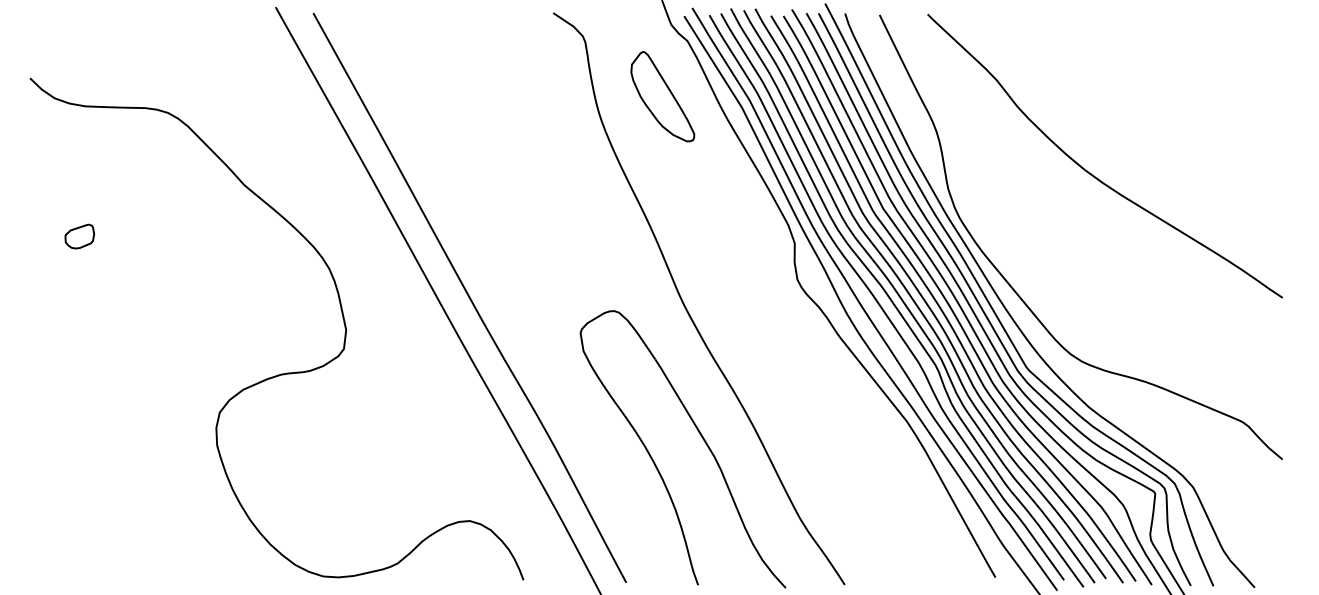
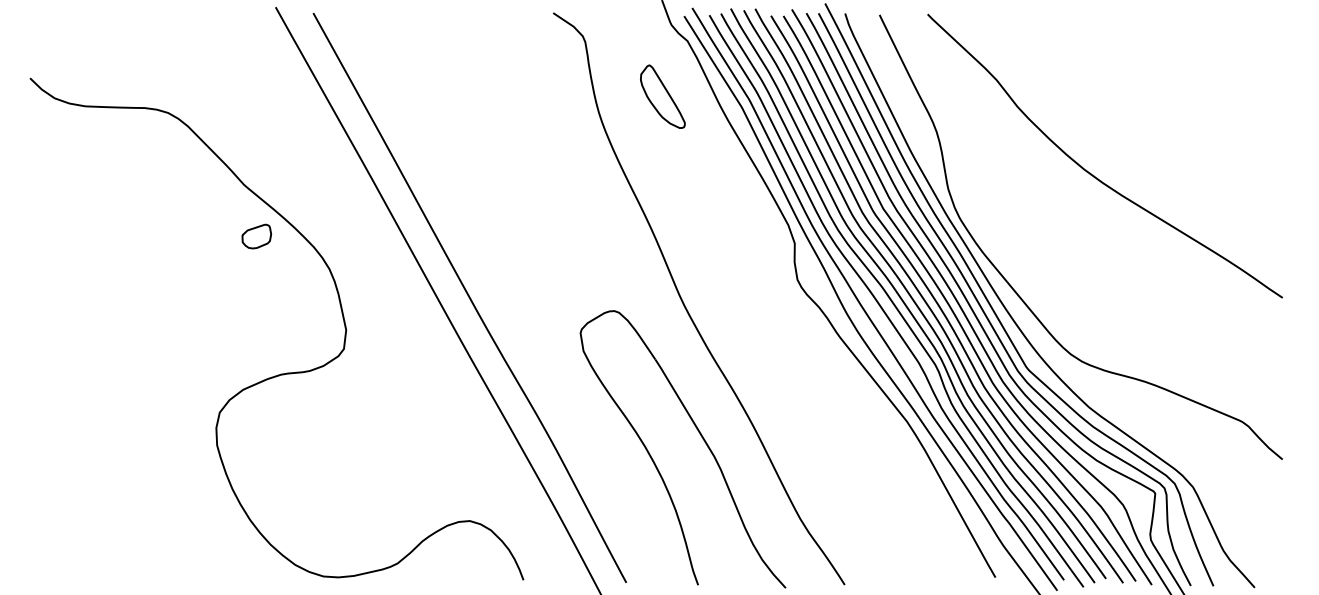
part at (662, 96) size: 66x92 px -> 46x65 px
part at (79, 236) position: (79, 236) -> (256, 236)
